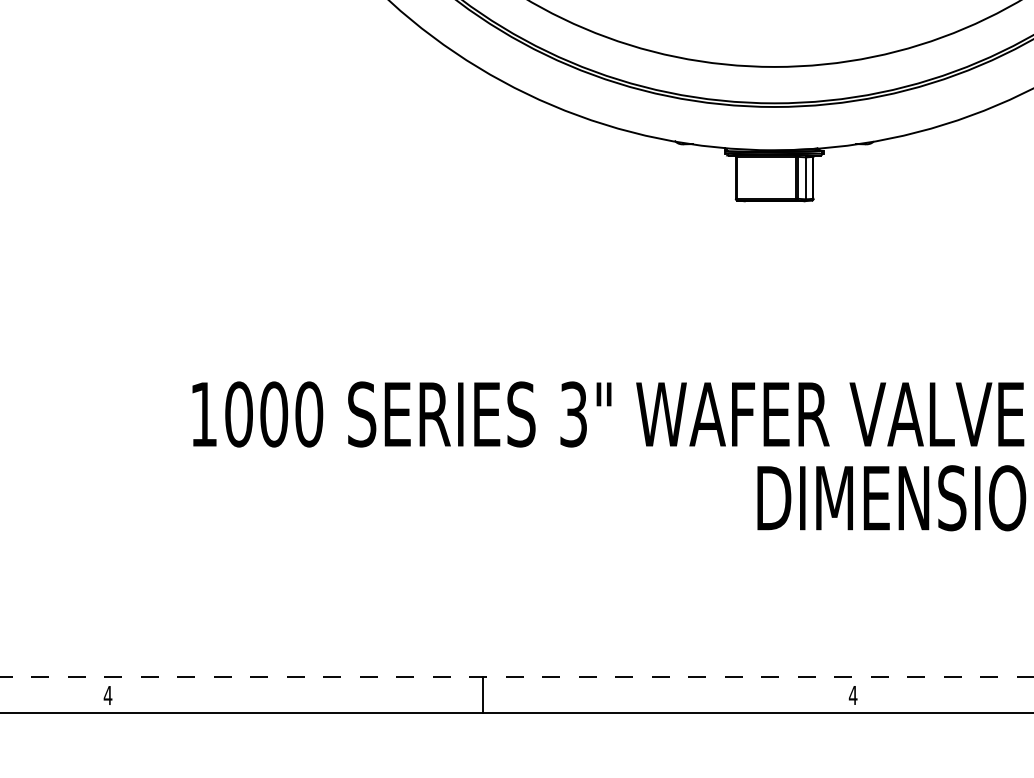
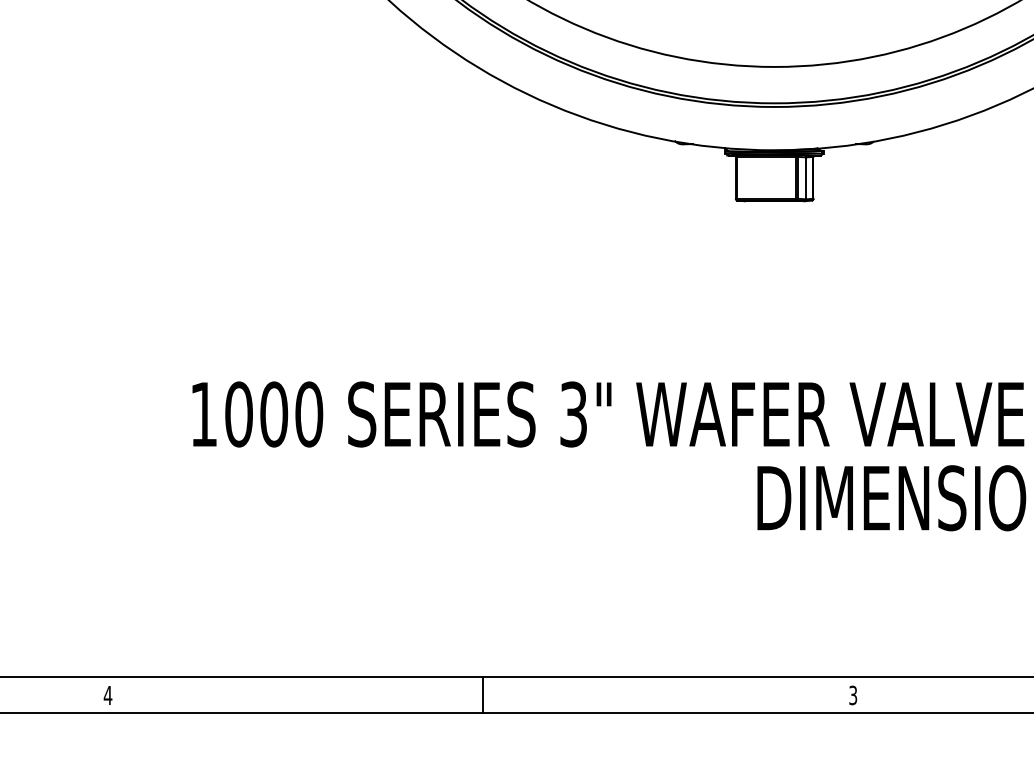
line at (516, 676): dashed -> solid
text at (852, 695): 4 -> 3
